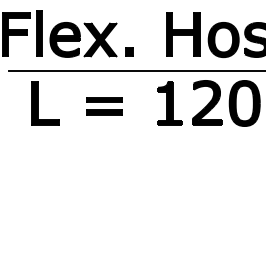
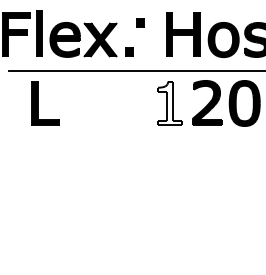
part at (140, 22): none -> present
fill at (169, 103): present -> none
part at (104, 106): present -> none
